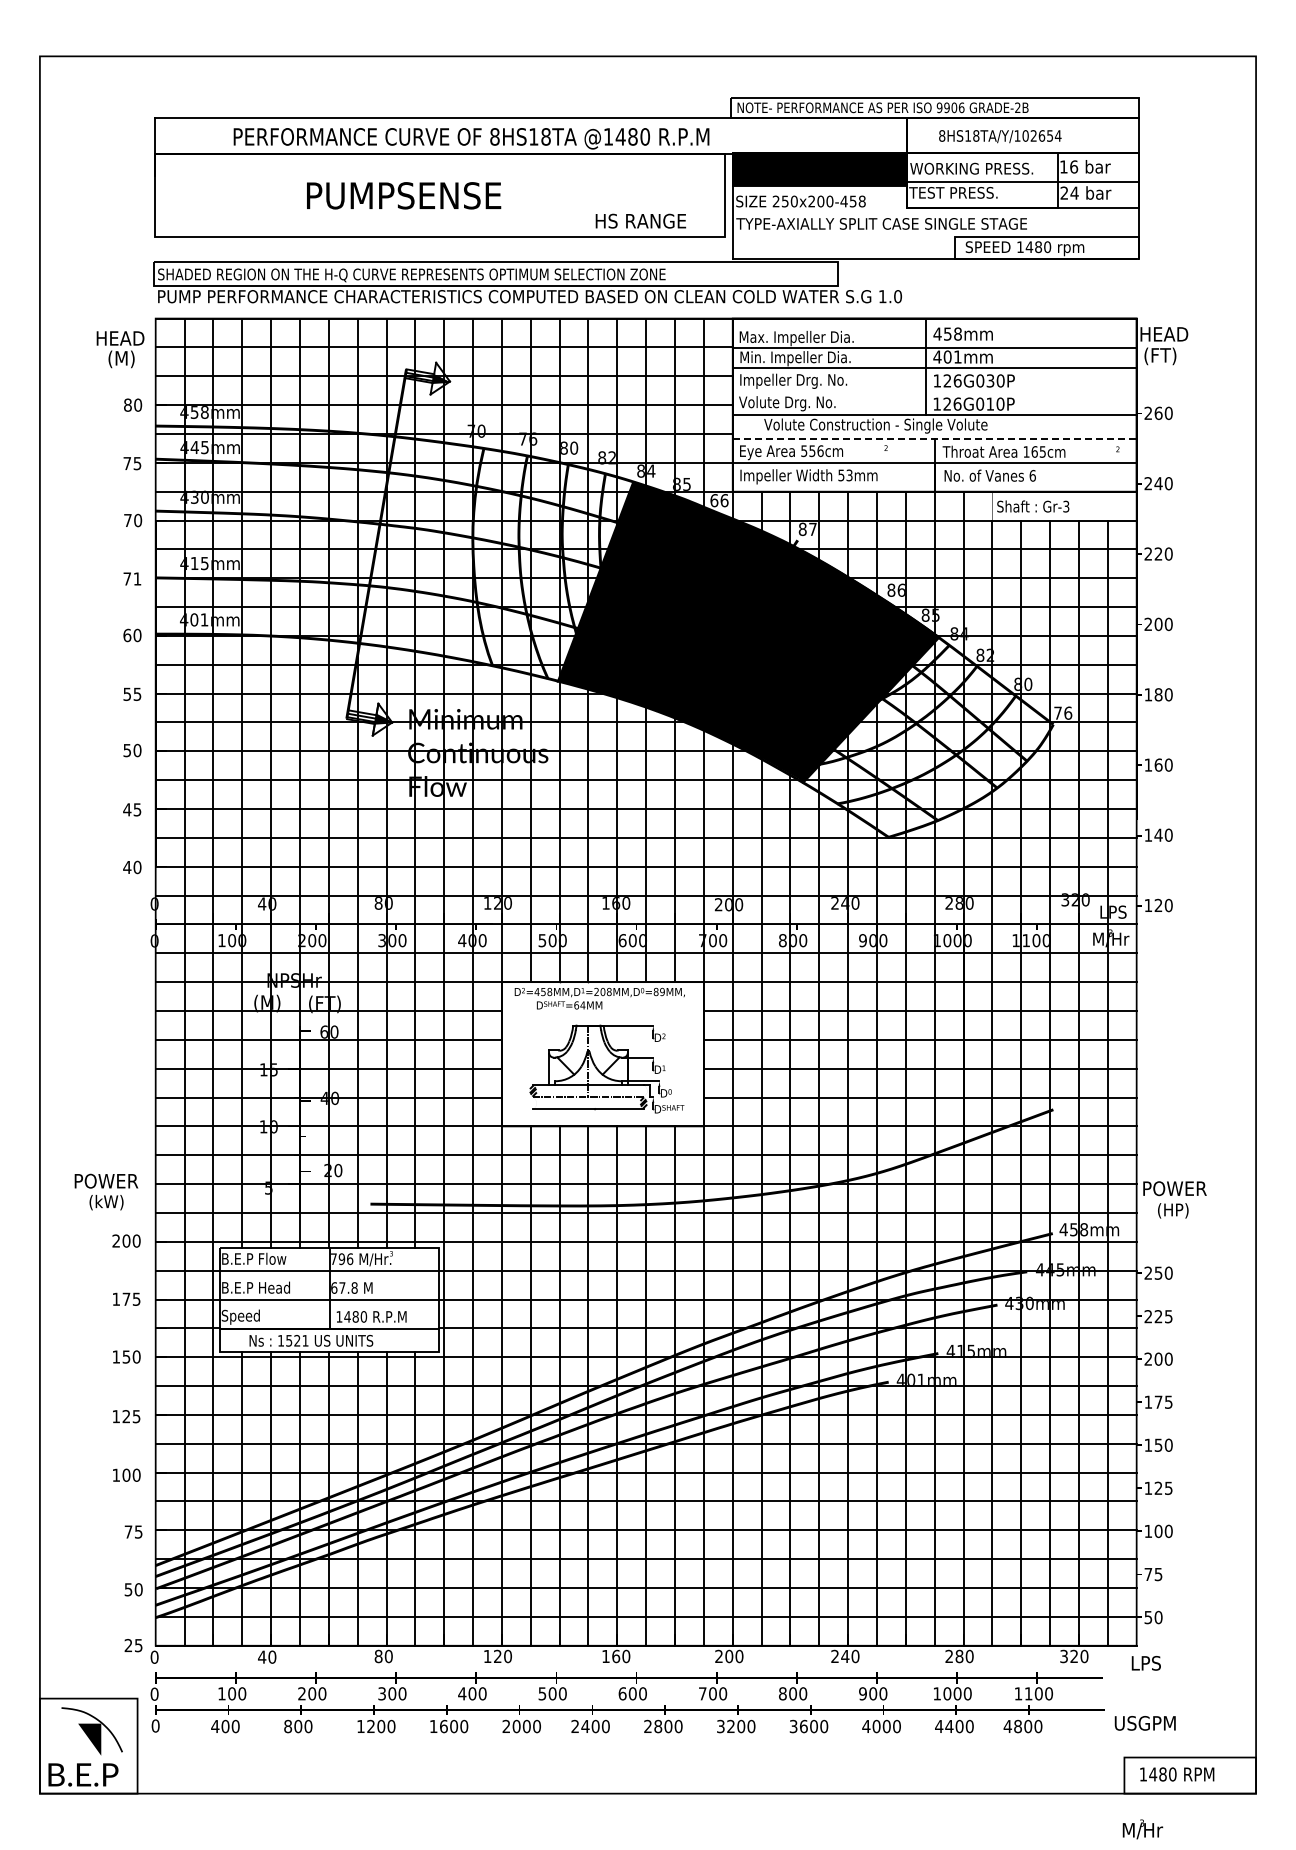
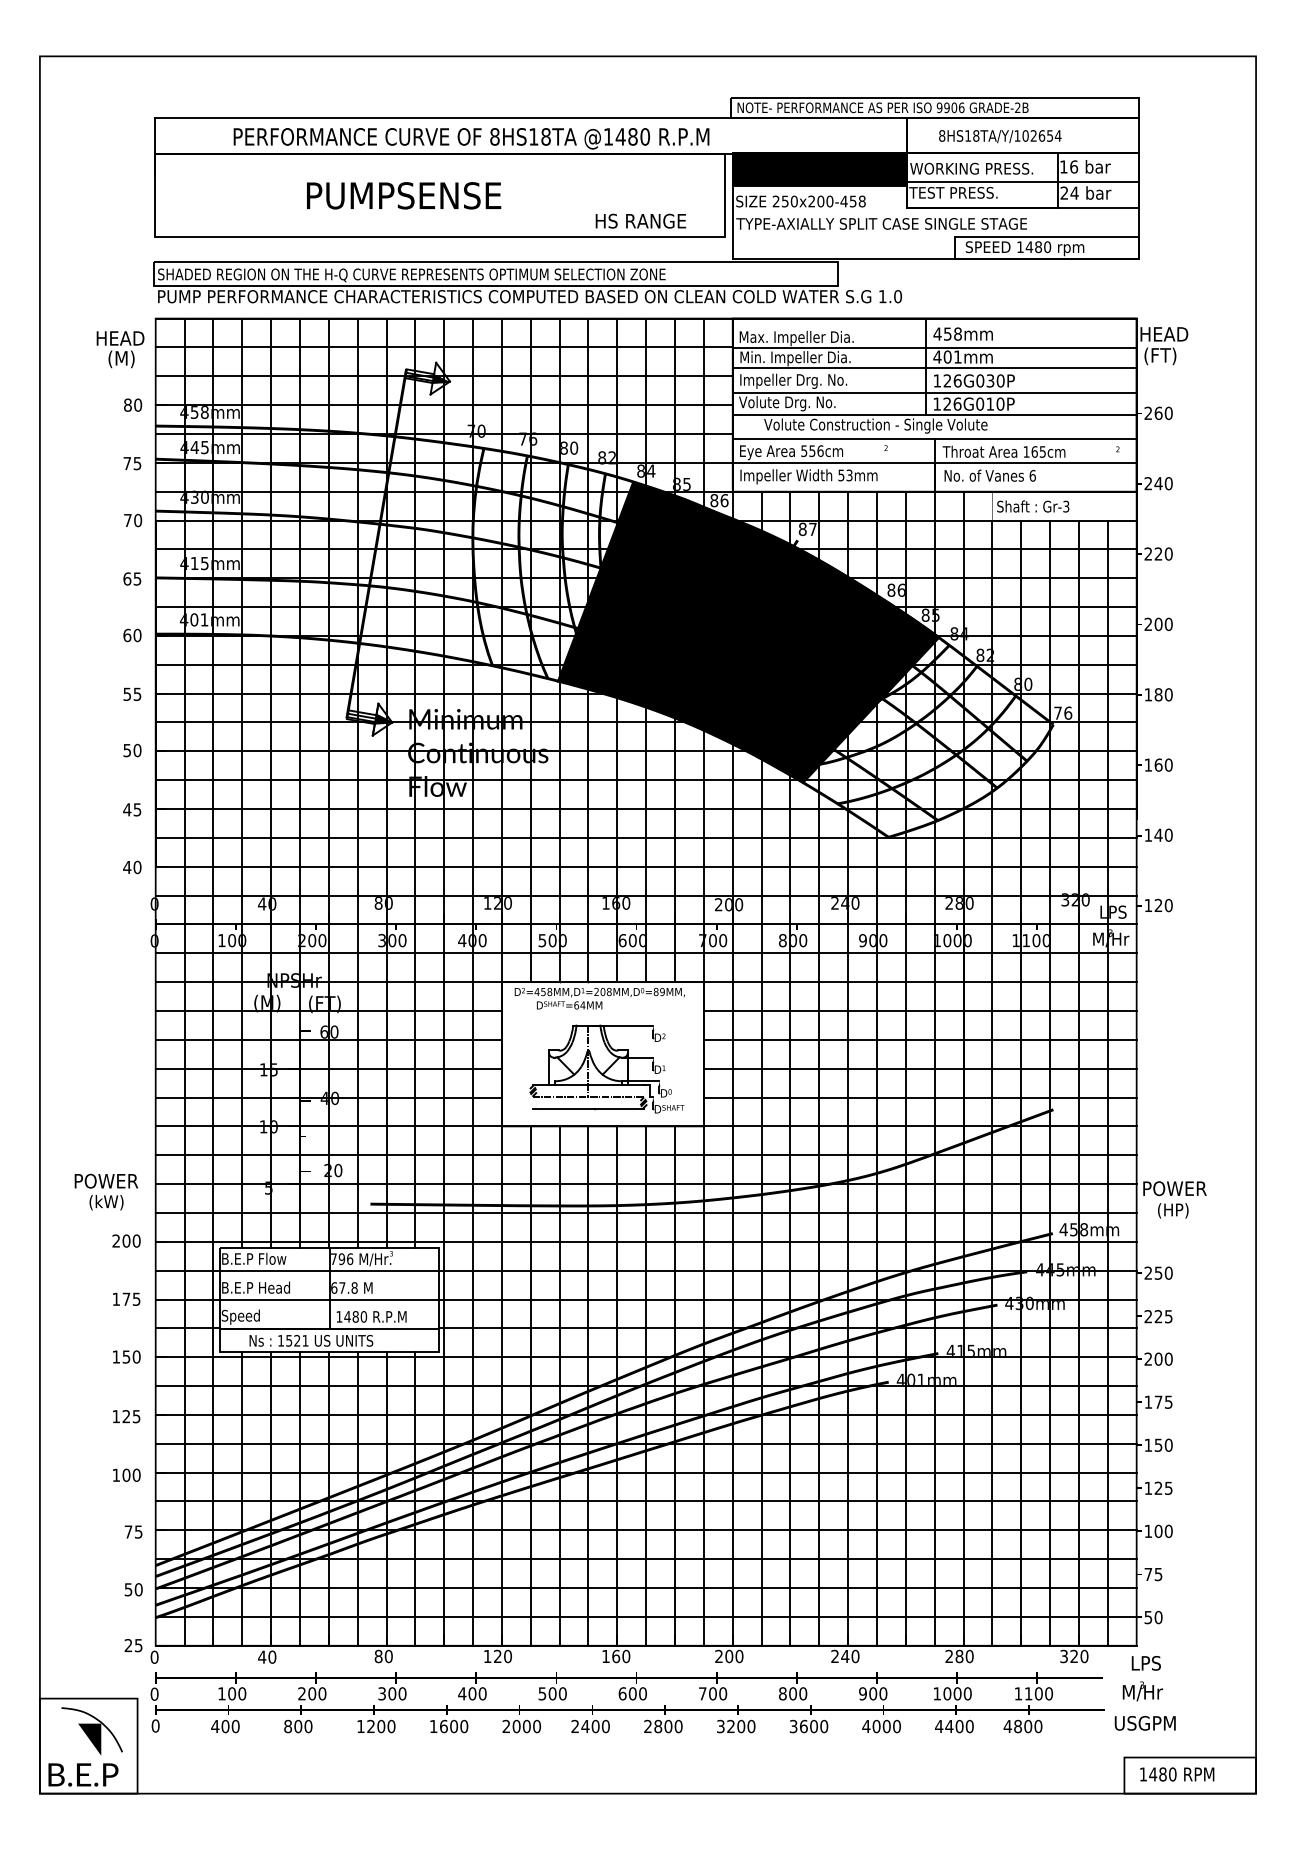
line at (935, 393): none -> present
line at (934, 439): dashed -> solid
text at (714, 500): 66 -> 86
text at (132, 578): 71 -> 65
text at (1142, 1829) position: (1142, 1829) -> (1142, 1691)
